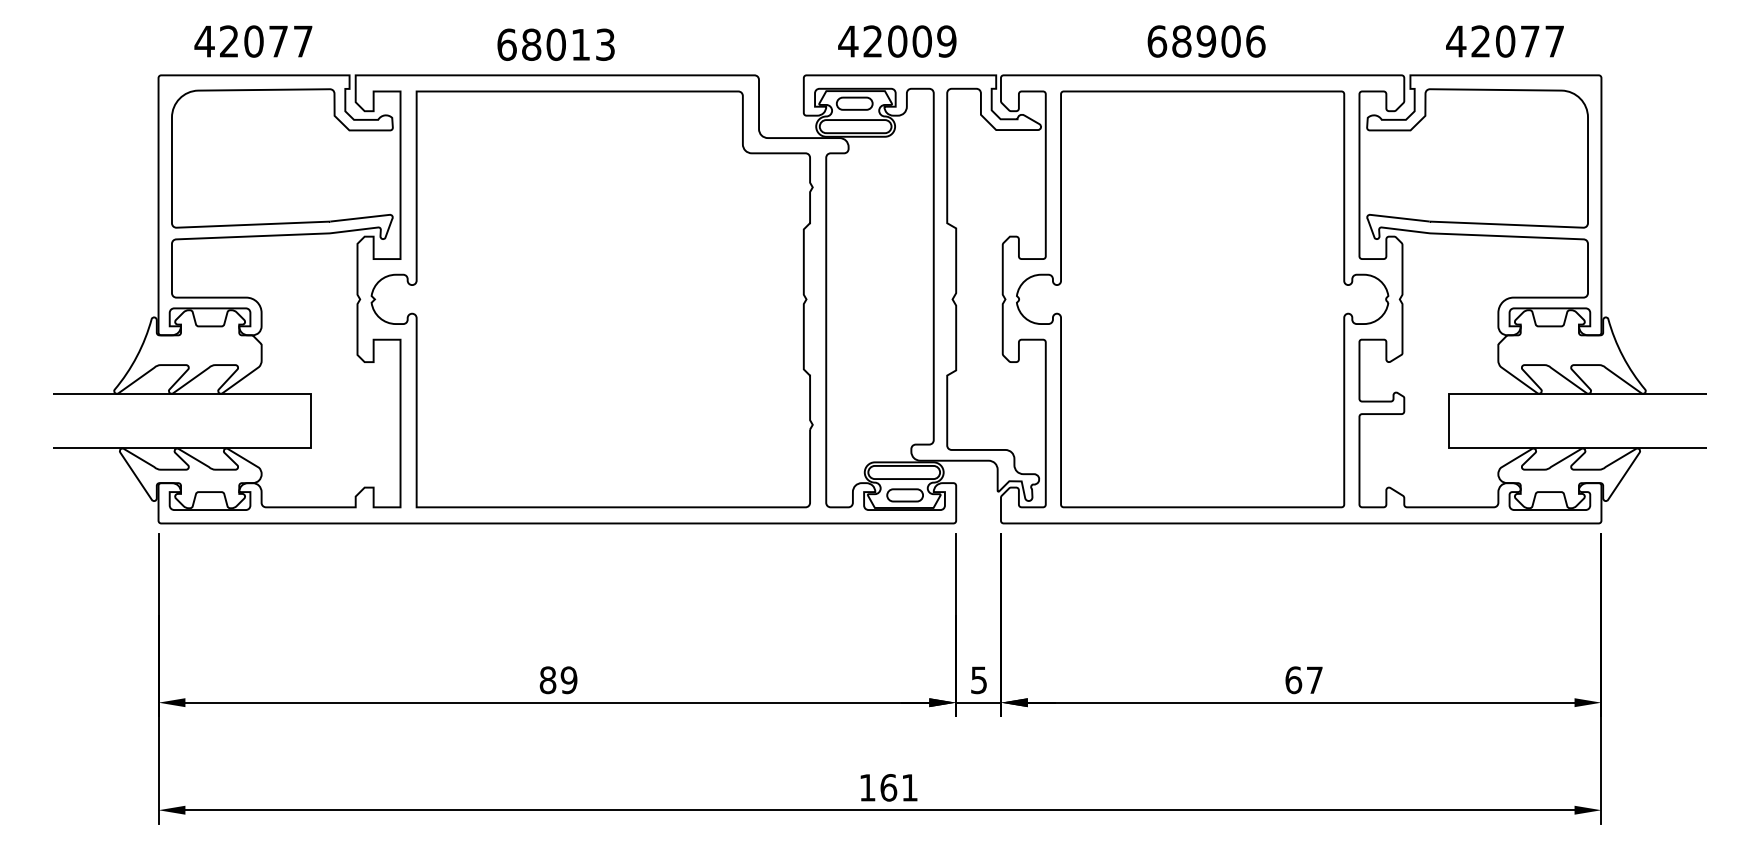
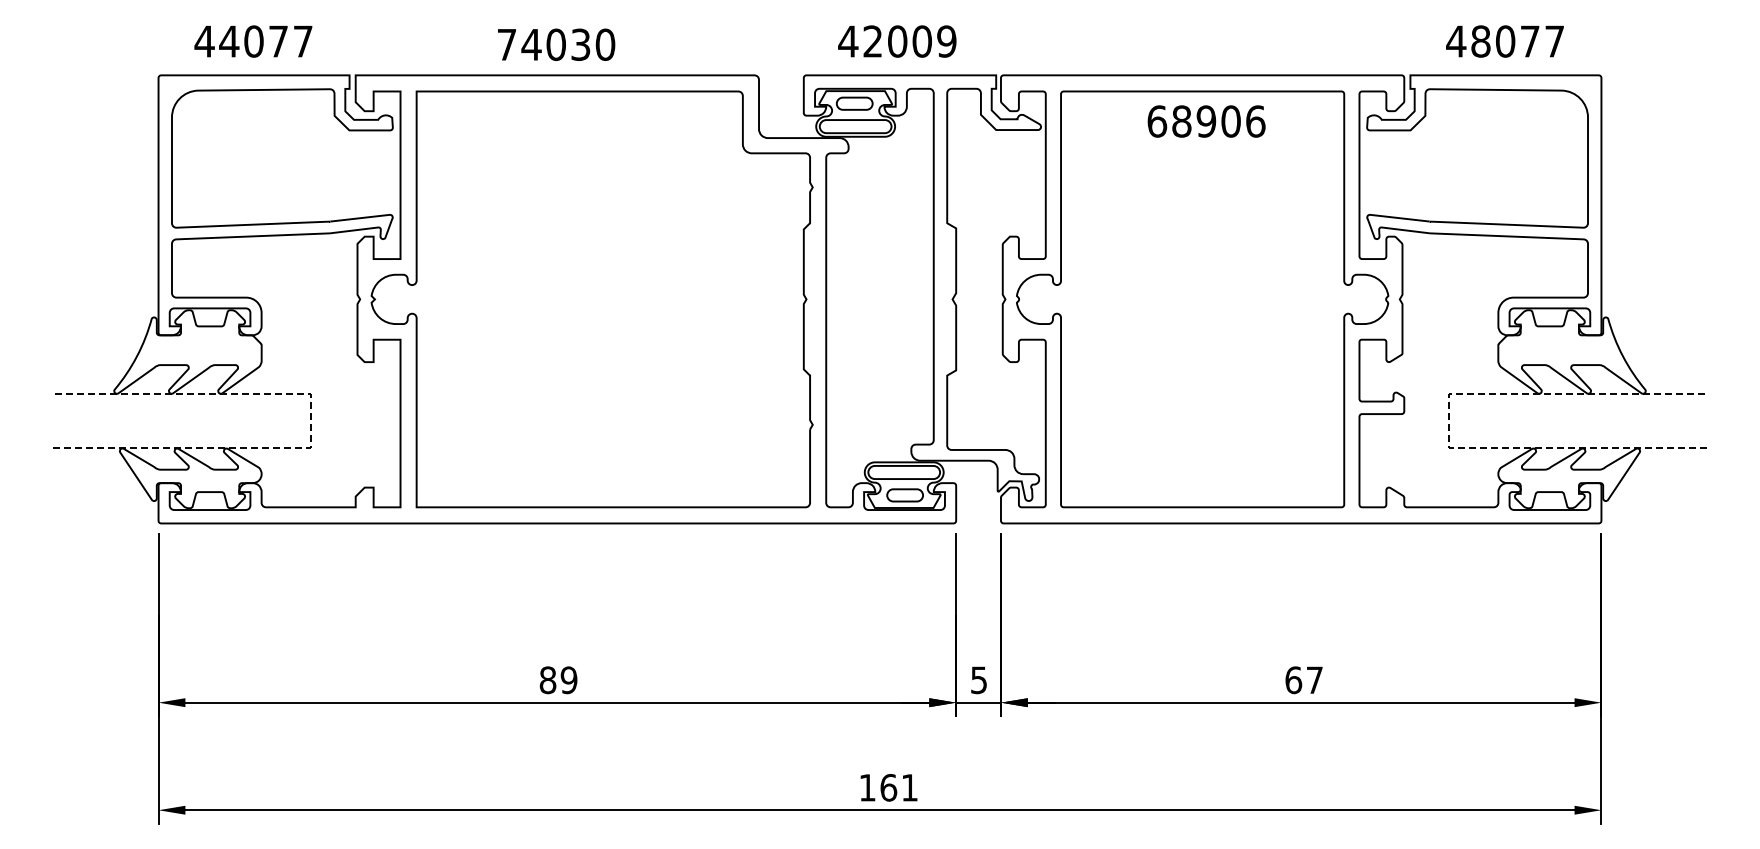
text at (229, 41): 42077 -> 44077
text at (1206, 41) position: (1206, 41) -> (1206, 121)
text at (1480, 41): 42077 -> 48077
text at (556, 44): 68013 -> 74030
line at (310, 421): solid -> dashed
line at (1449, 421): solid -> dashed
